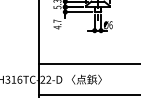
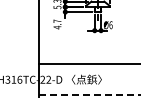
line at (90, 95): solid -> dashed
